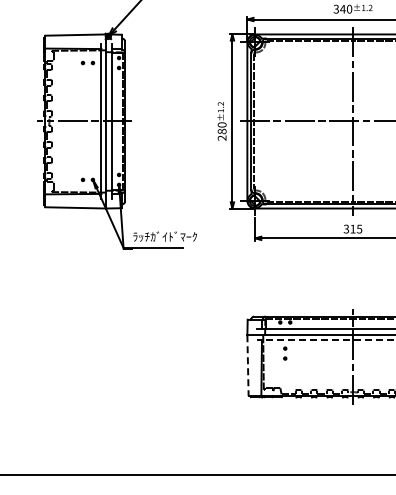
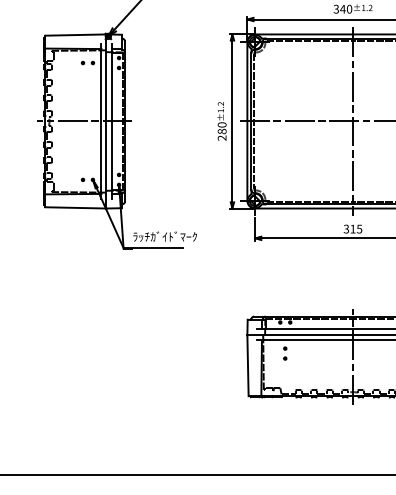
line at (326, 340): dashed -> solid
line at (248, 366): dashed -> solid
